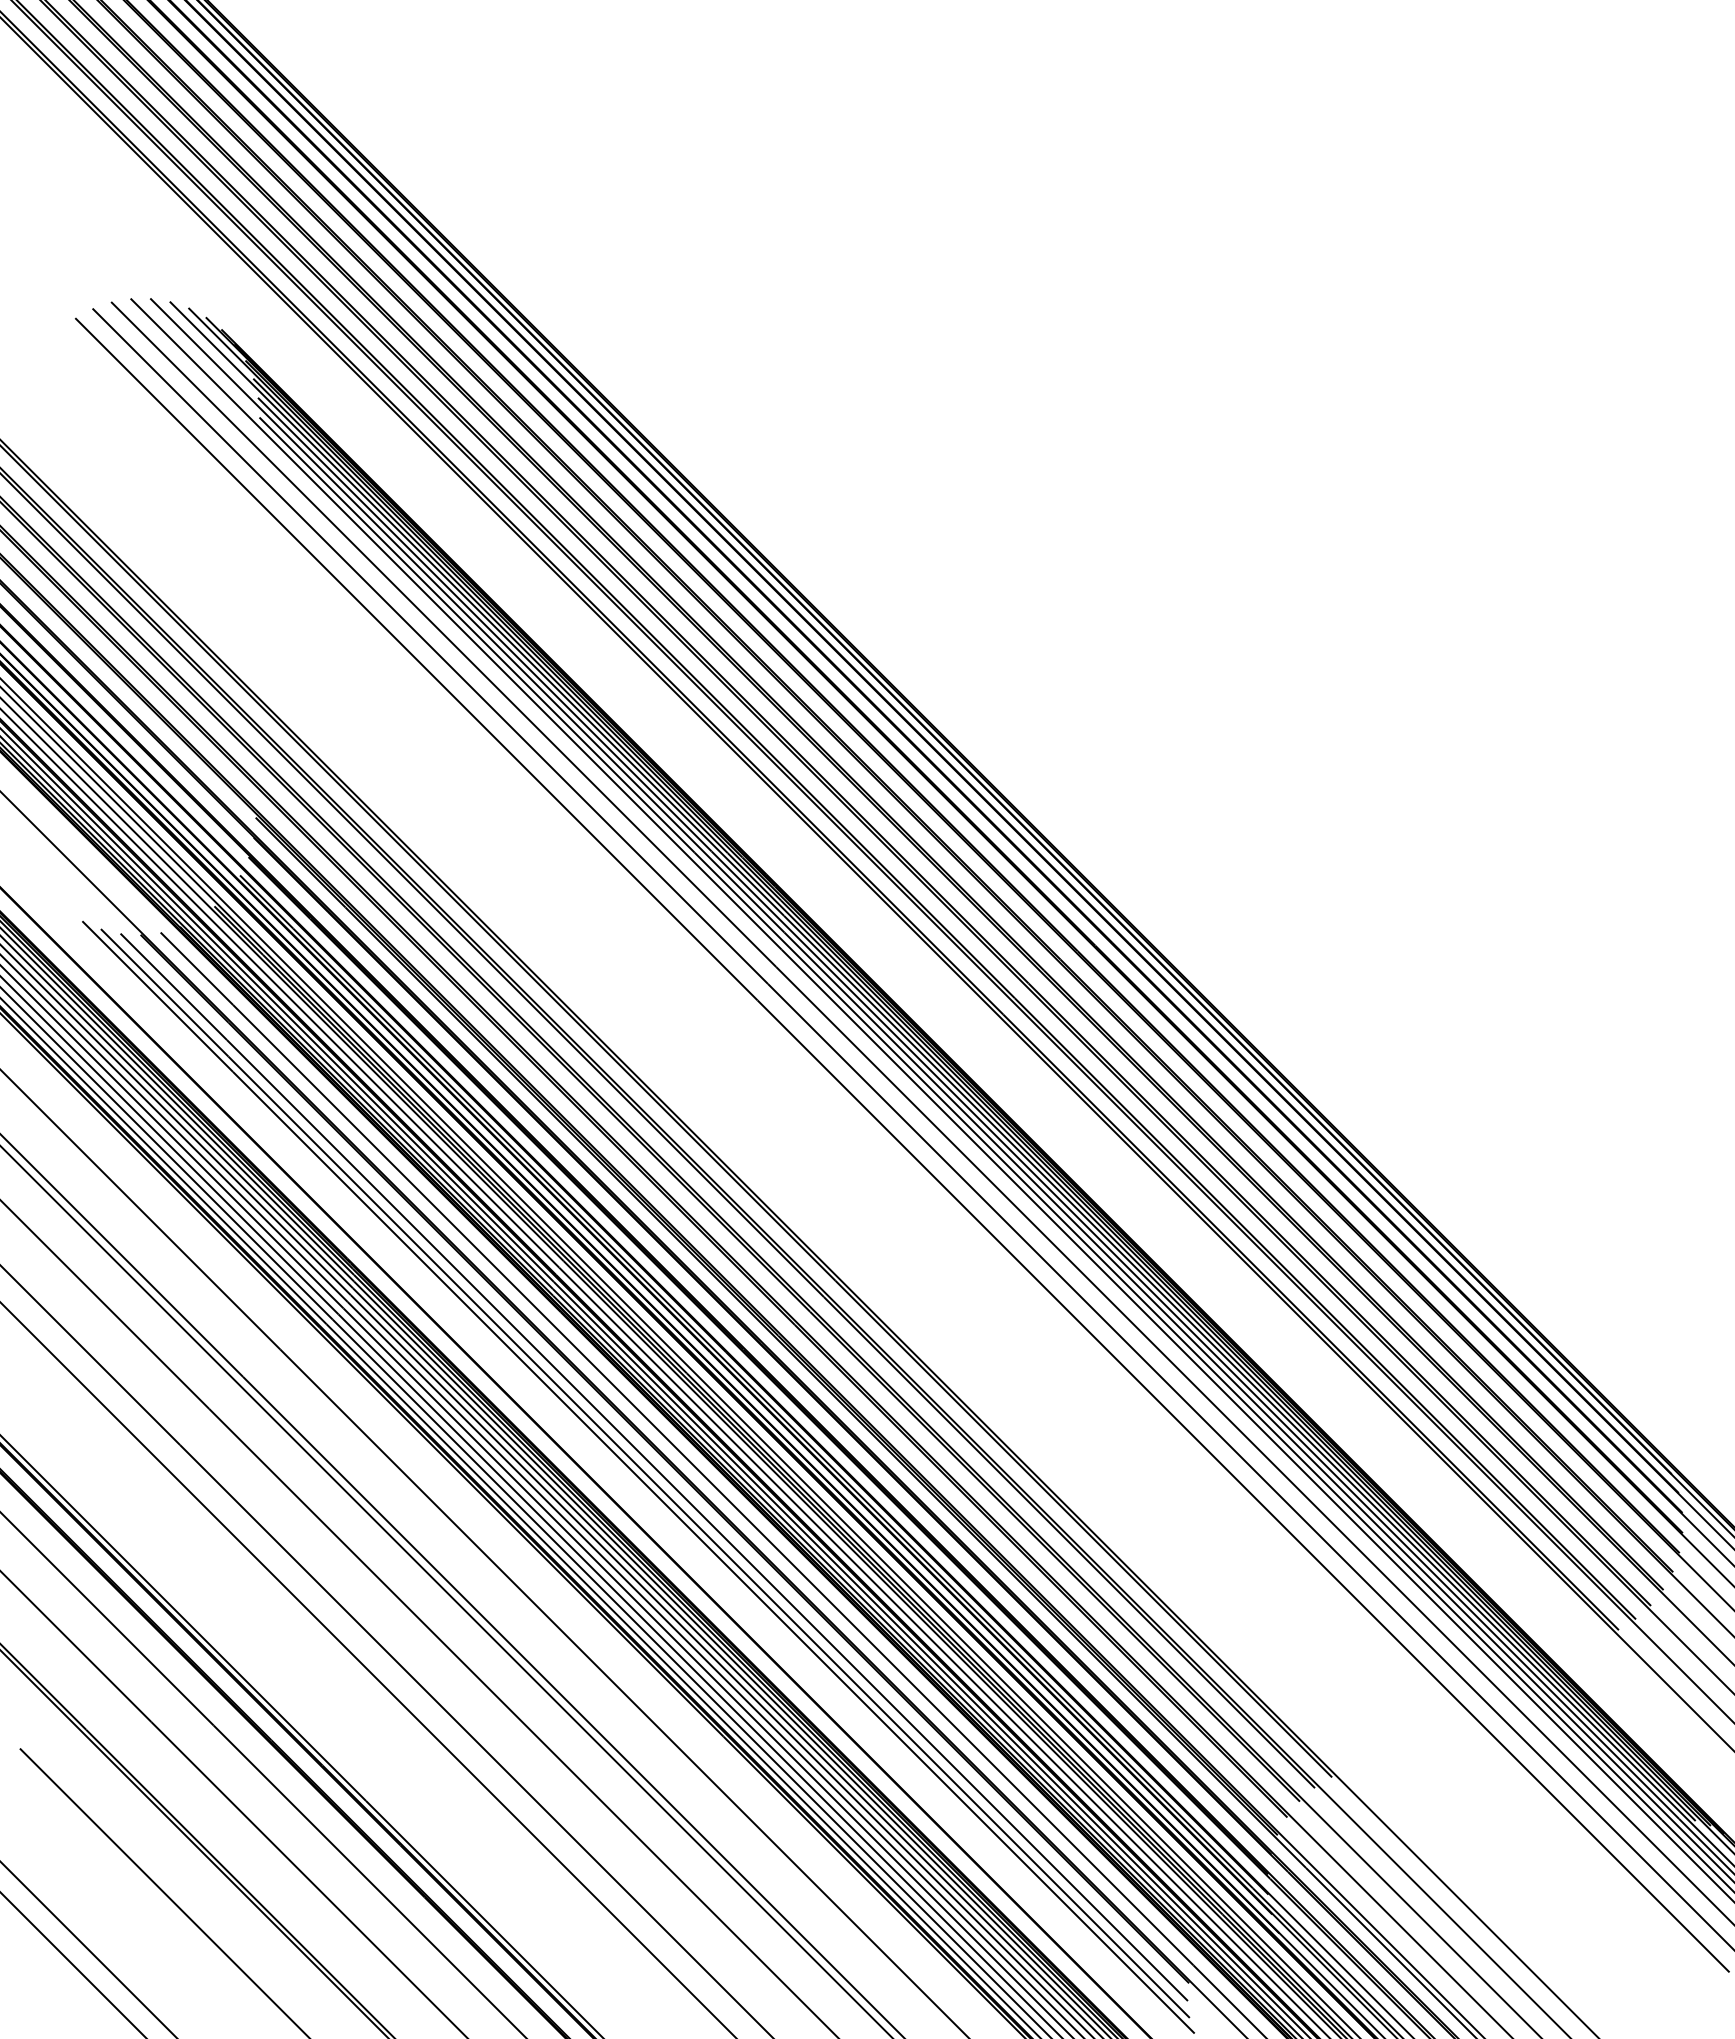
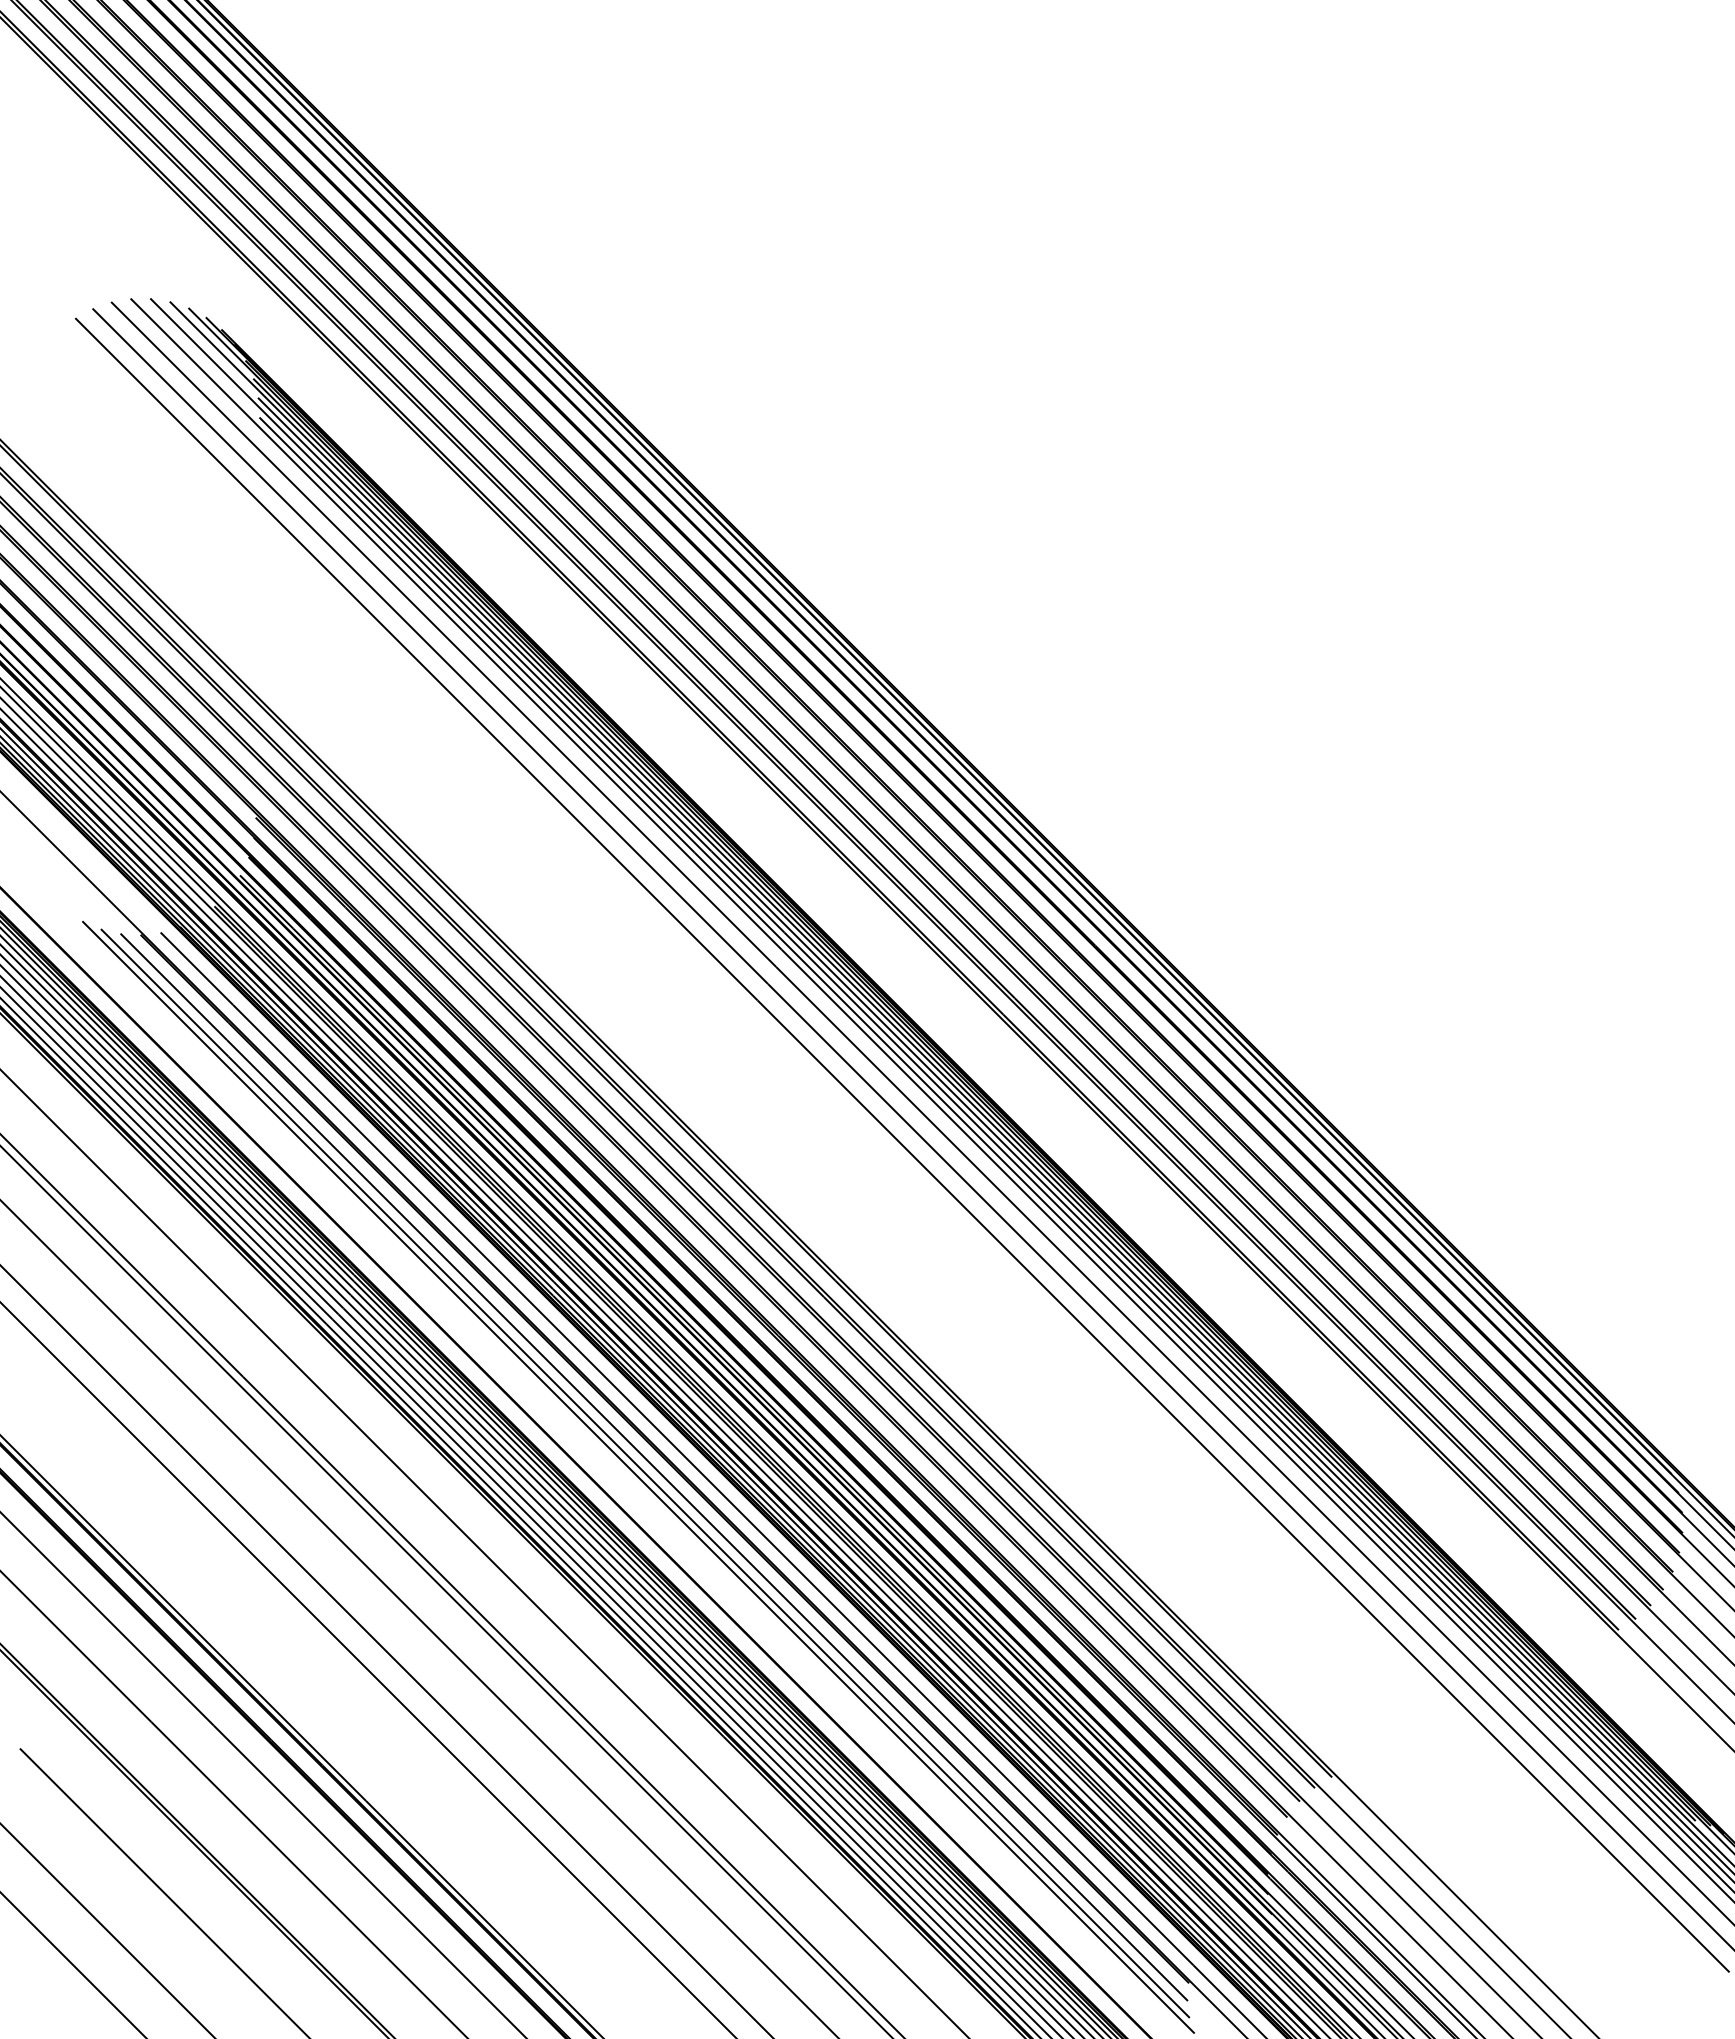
line at (88, 1949) position: (88, 1949) -> (107, 1930)
